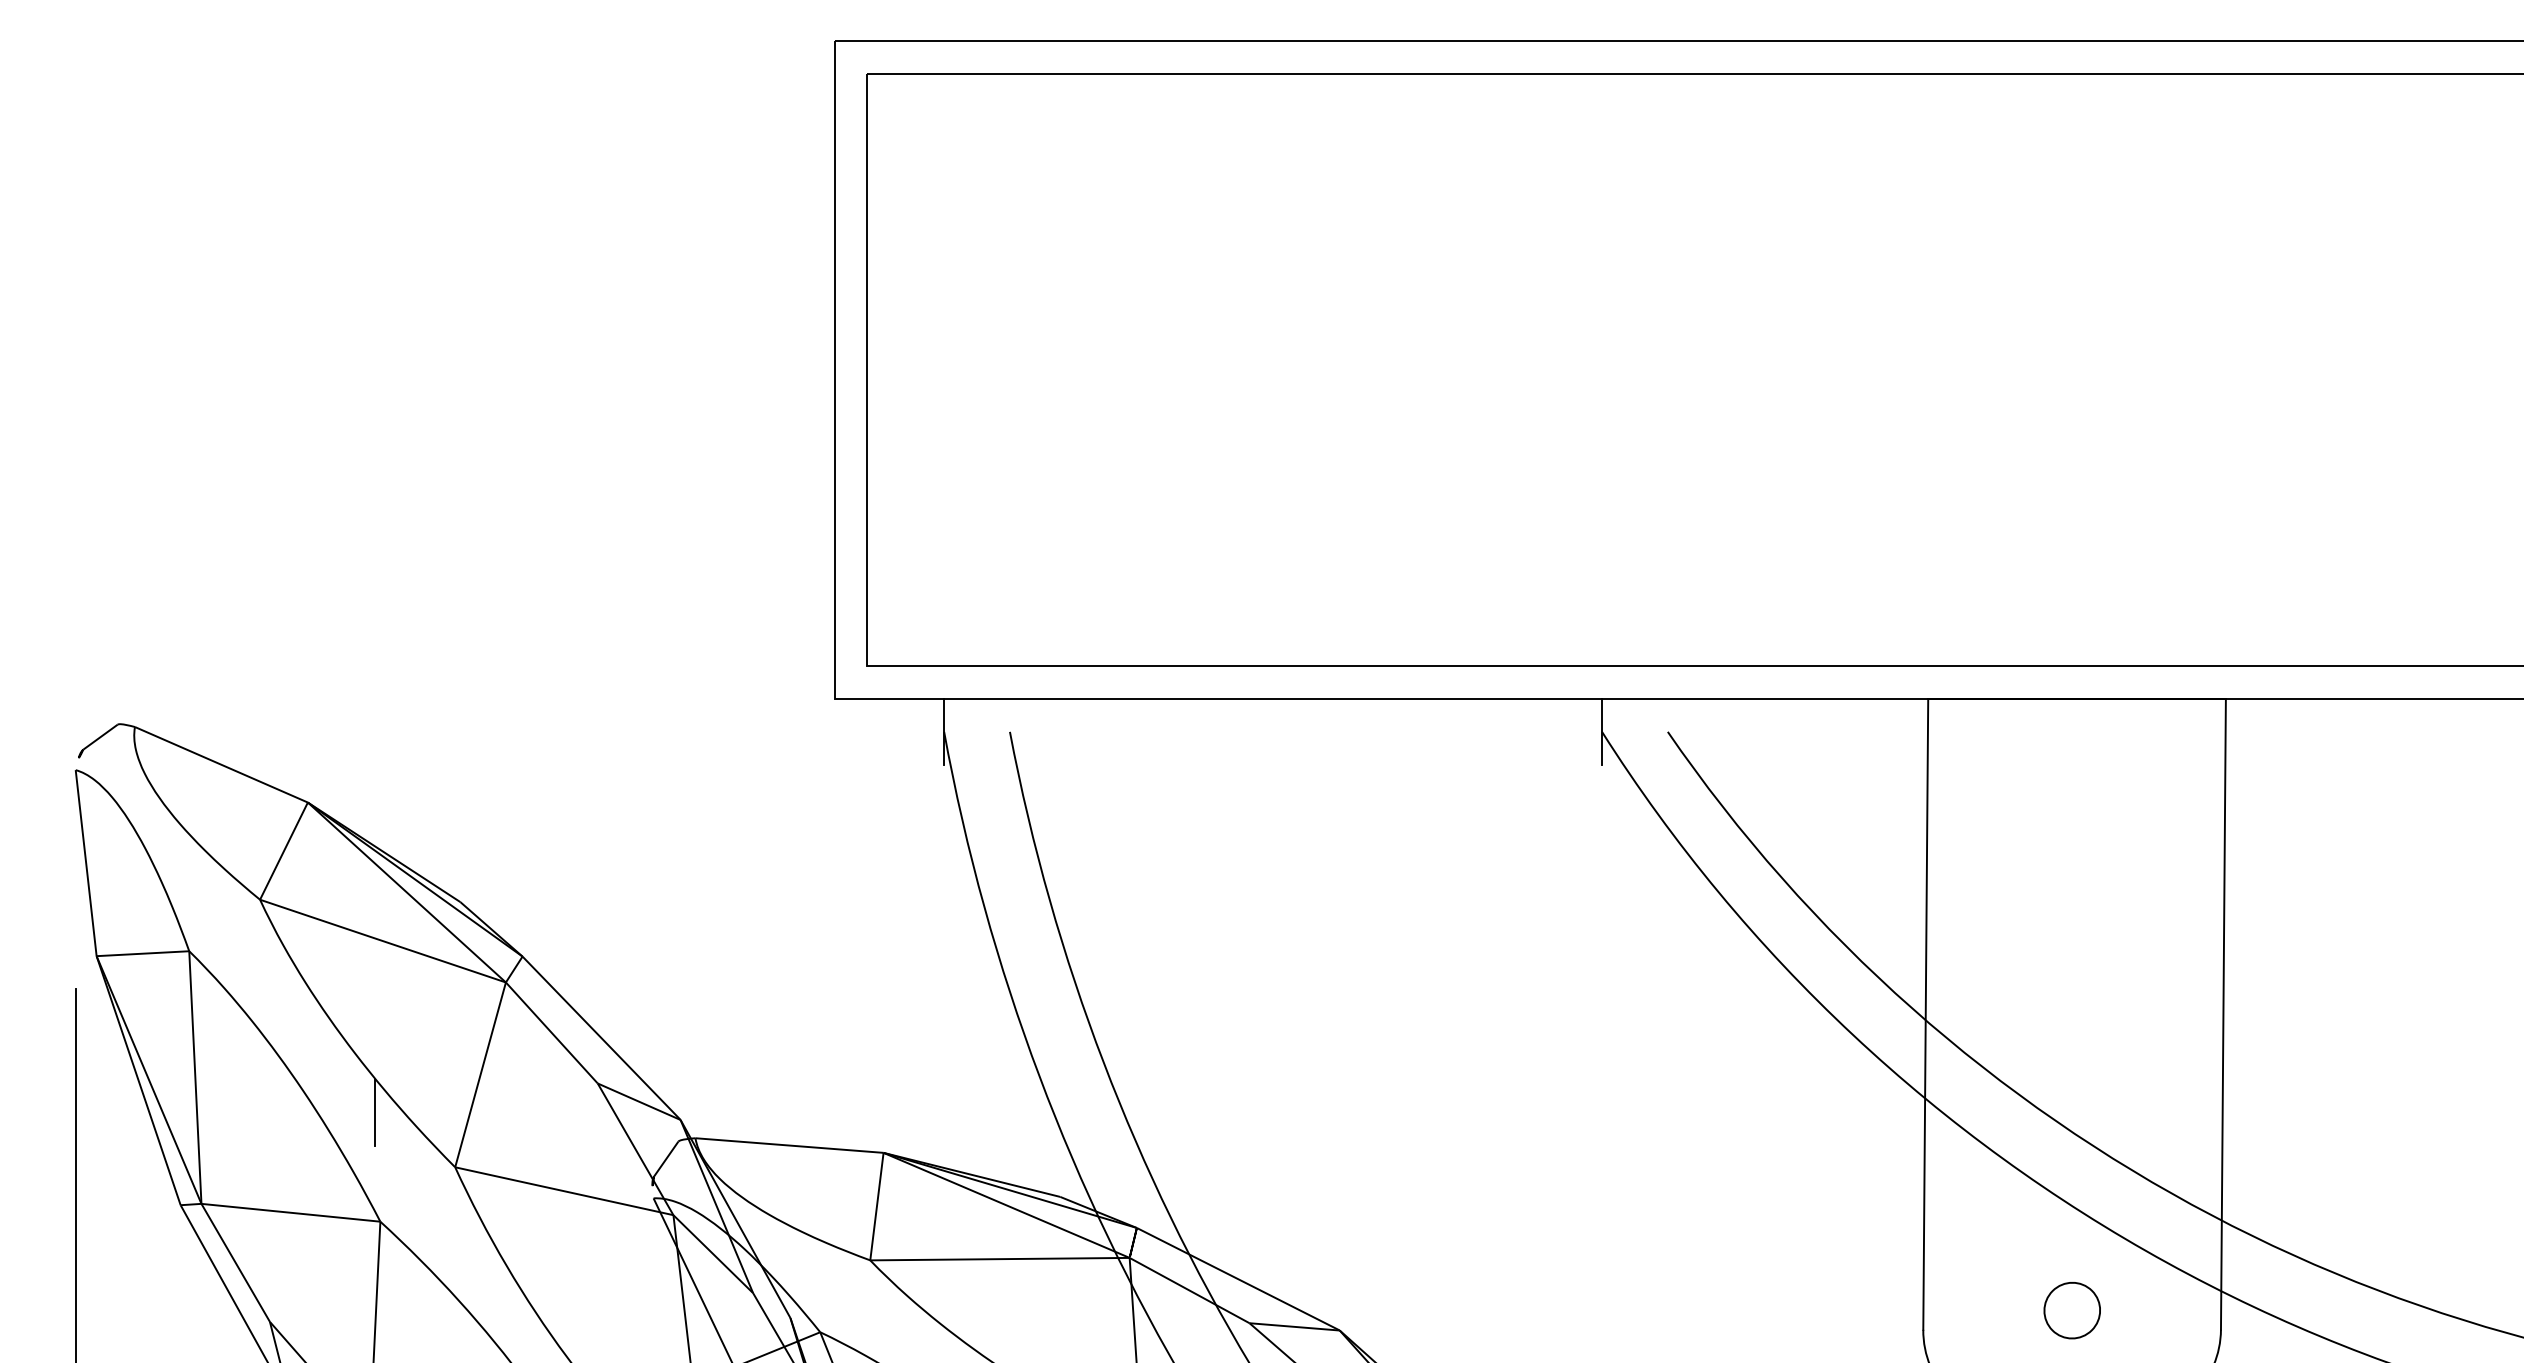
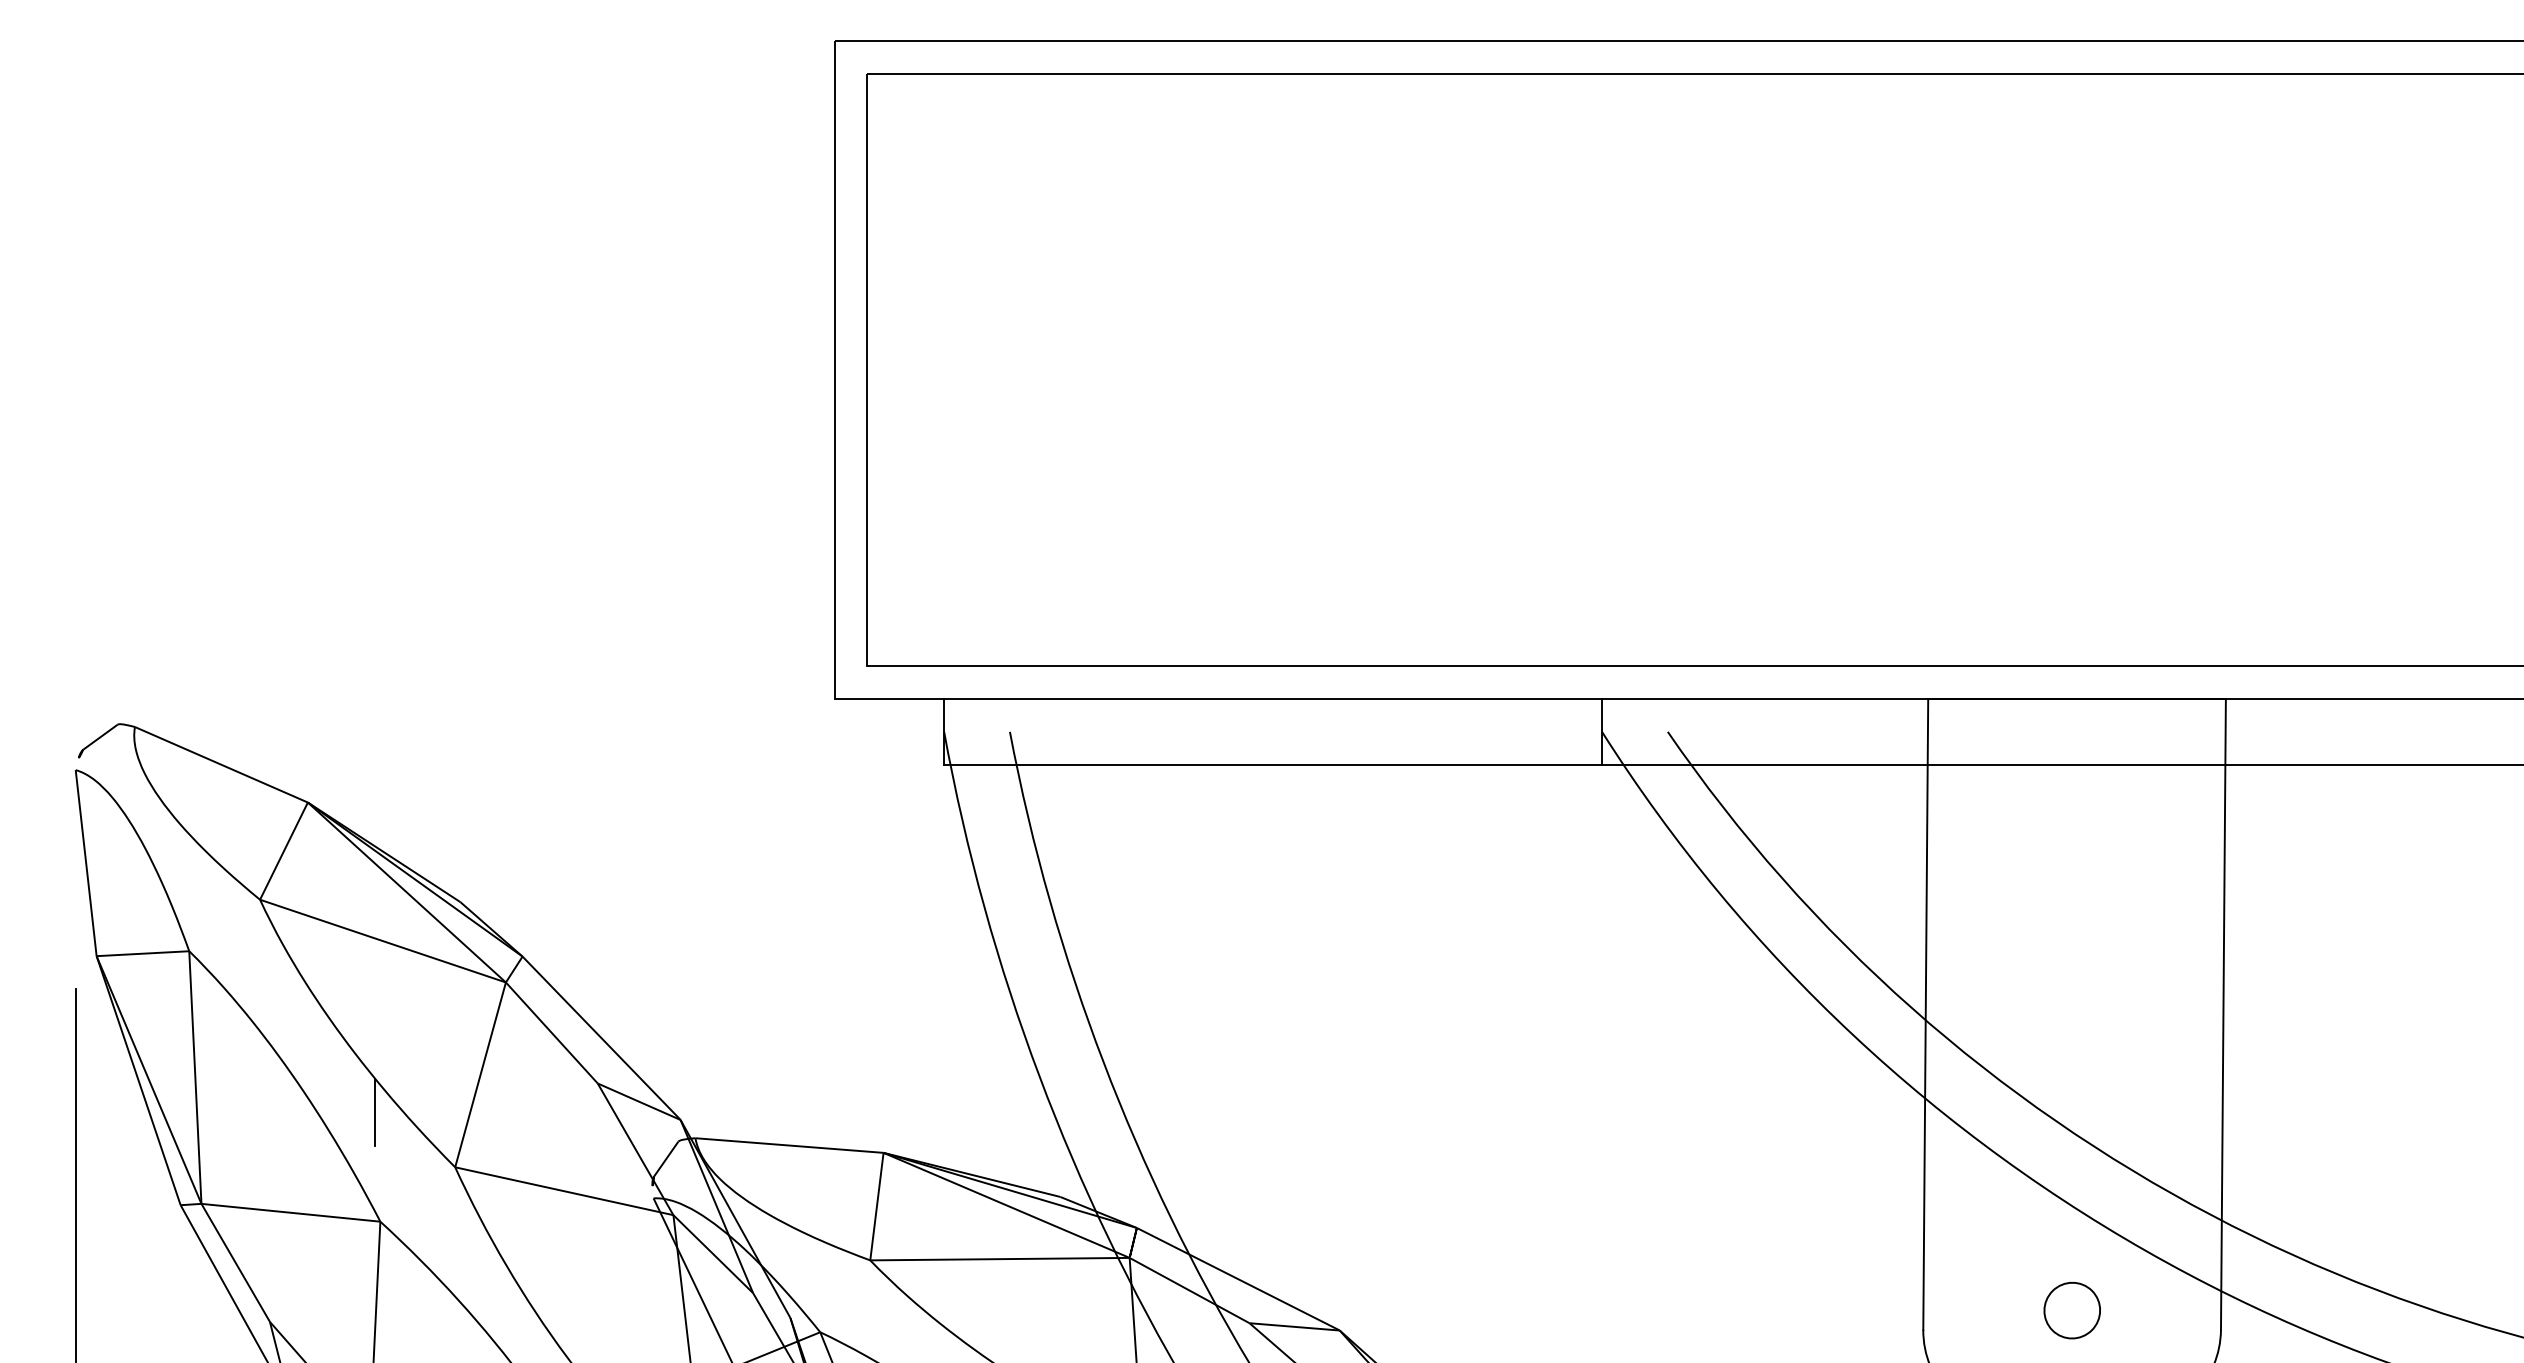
line at (1732, 764): none -> present
